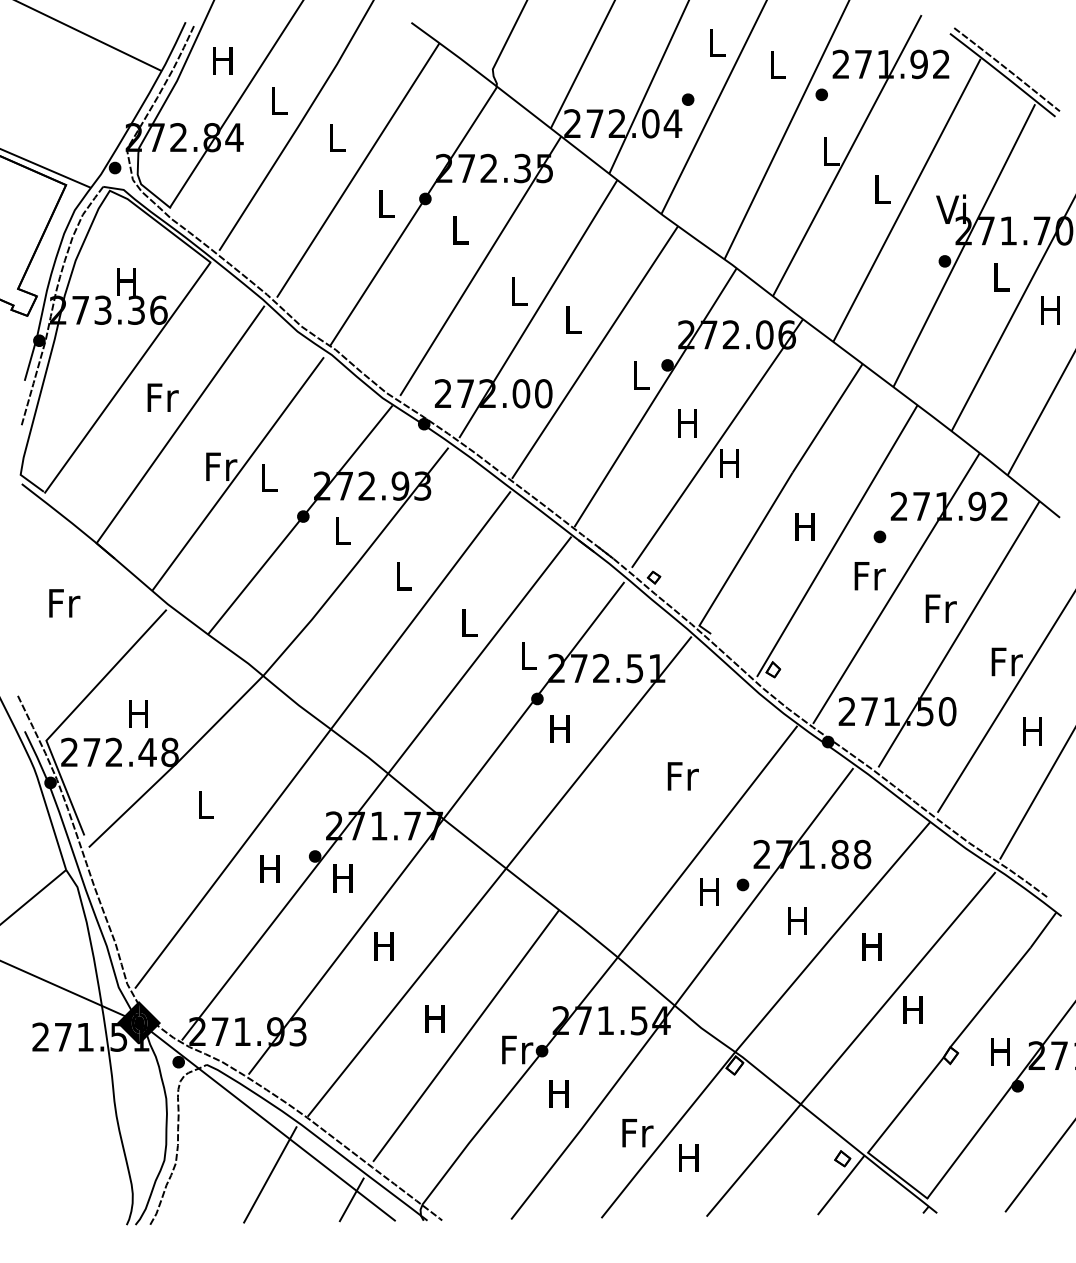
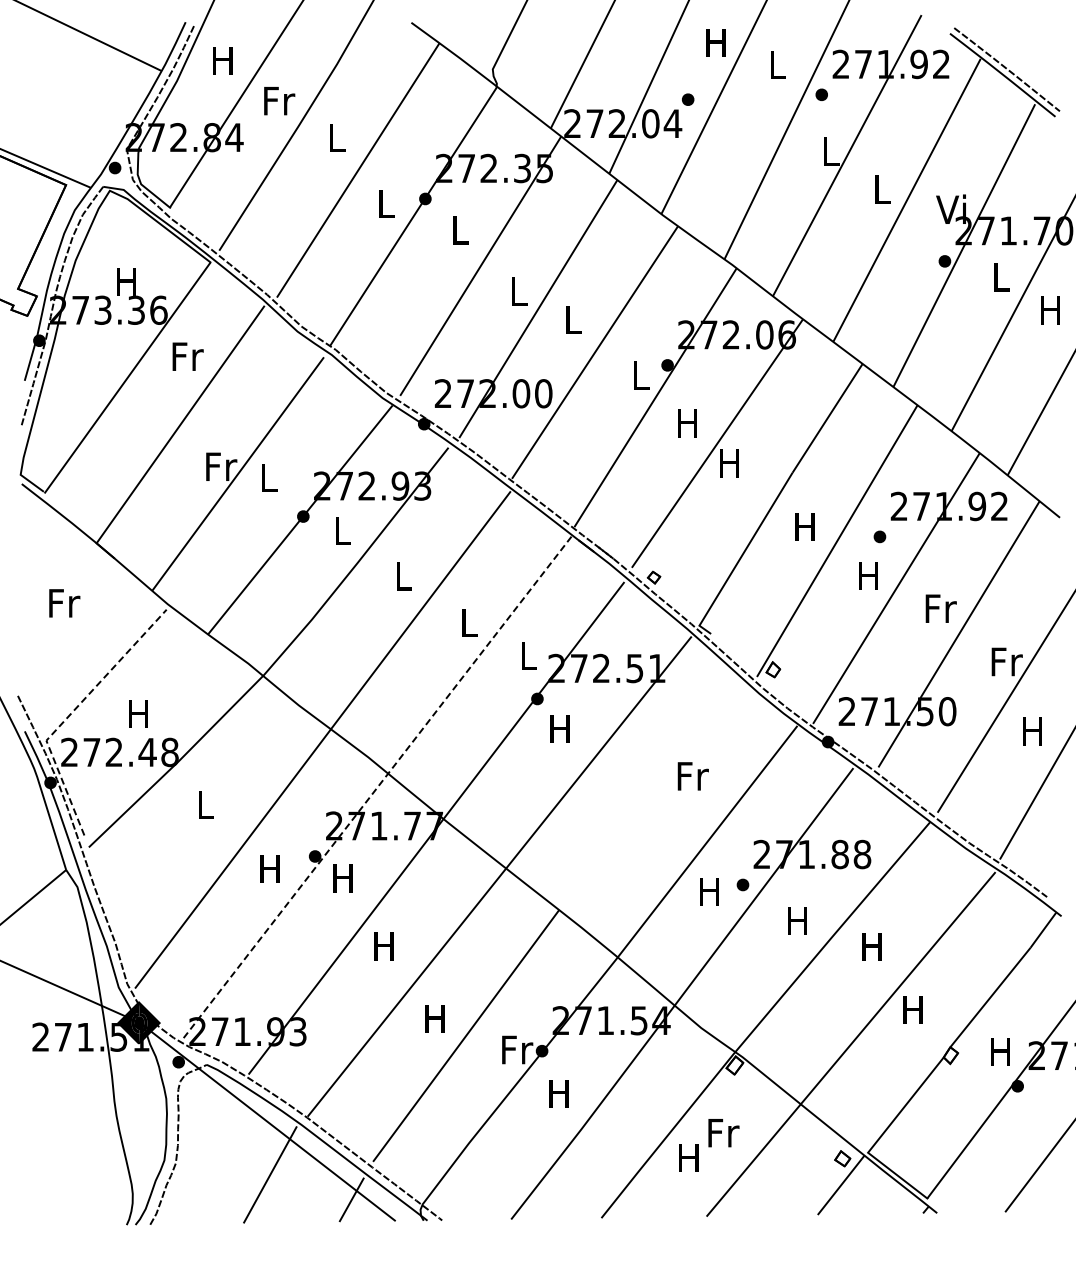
text at (715, 42): L -> H
text at (279, 100): L -> Fr
text at (162, 397) position: (162, 397) -> (187, 356)
text at (869, 576): Fr -> H
line at (71, 713): solid -> dashed
text at (682, 776) position: (682, 776) -> (692, 776)
line at (376, 788): solid -> dashed
text at (637, 1133) position: (637, 1133) -> (723, 1133)
